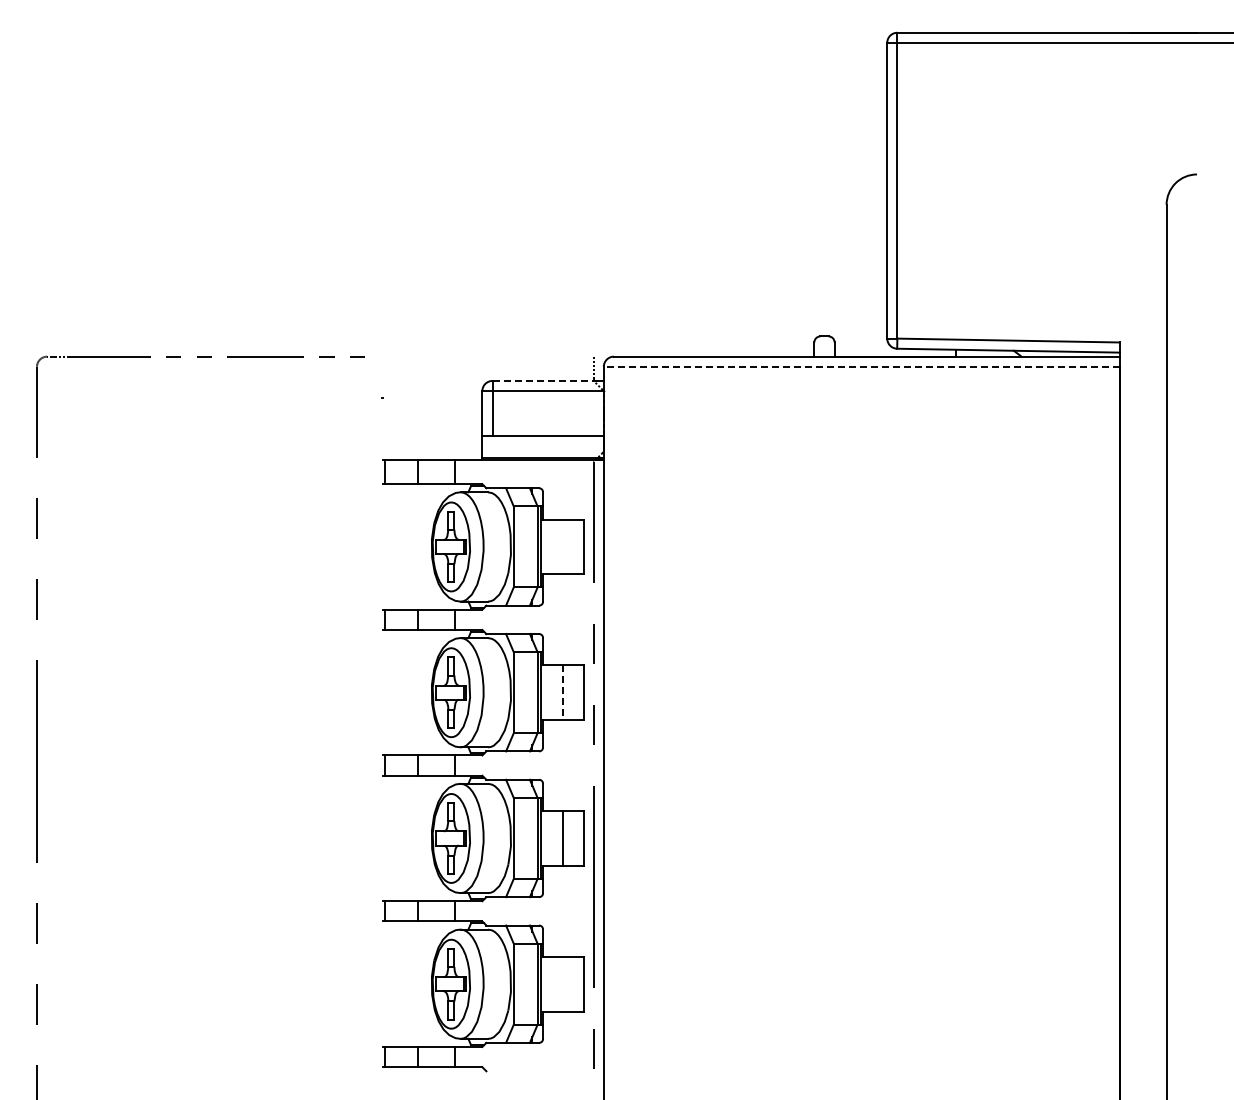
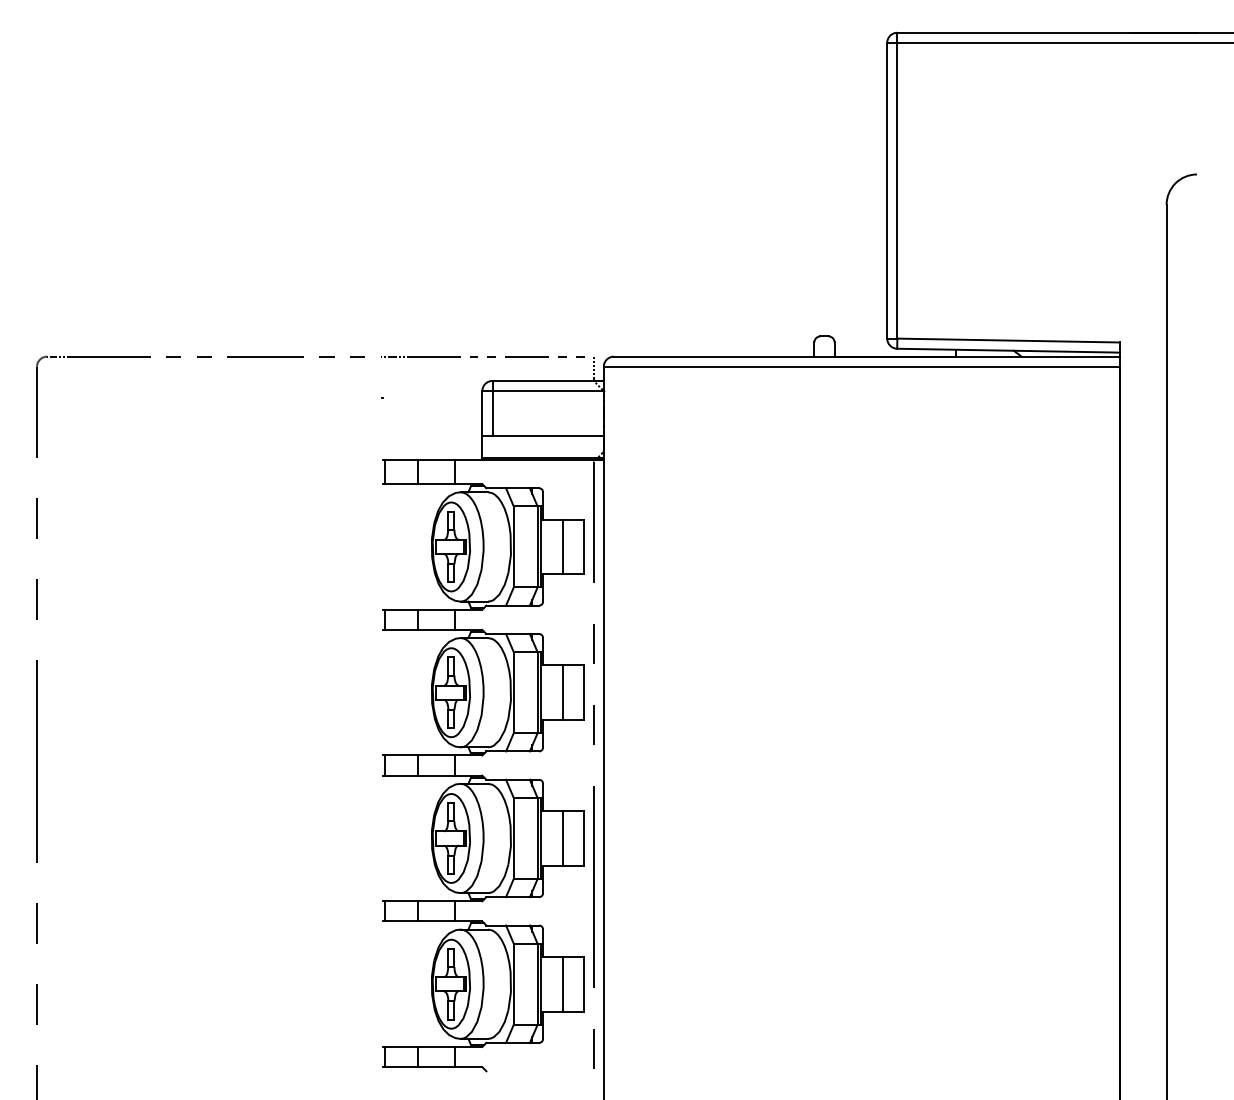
line at (477, 356): none -> present
line at (861, 366): dashed -> solid
line at (548, 380): dashed -> solid
line at (562, 546): none -> present
line at (562, 693): dashed -> solid
line at (562, 983): none -> present
